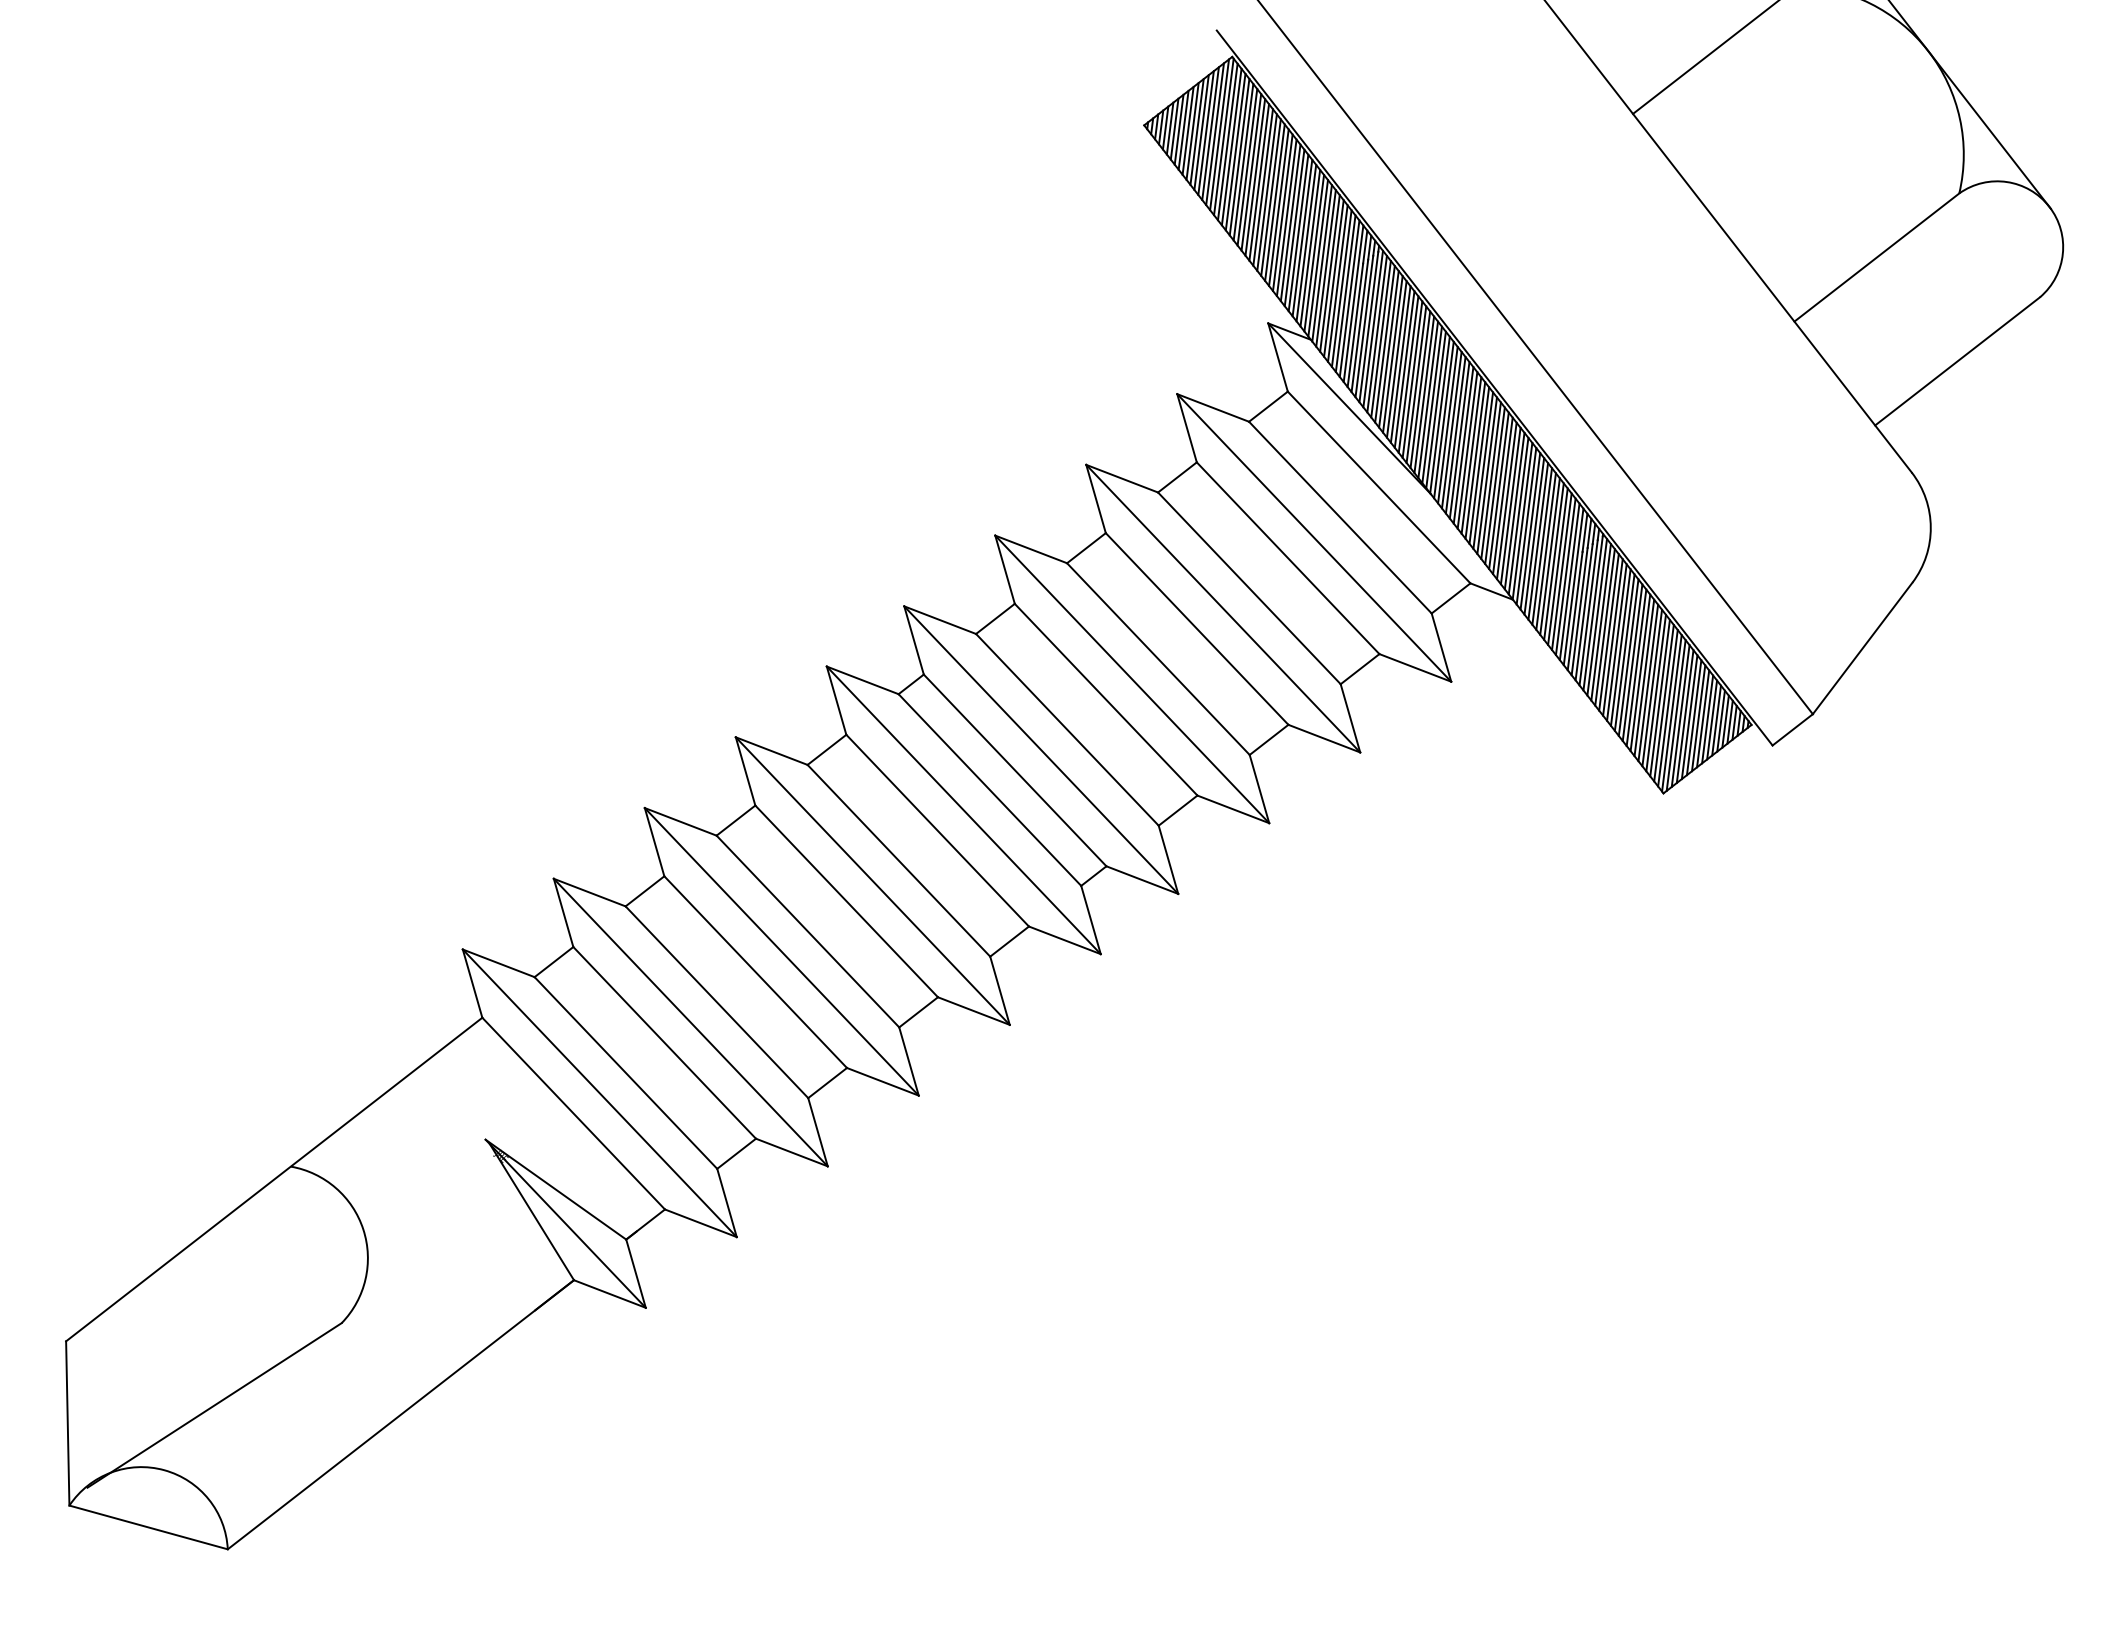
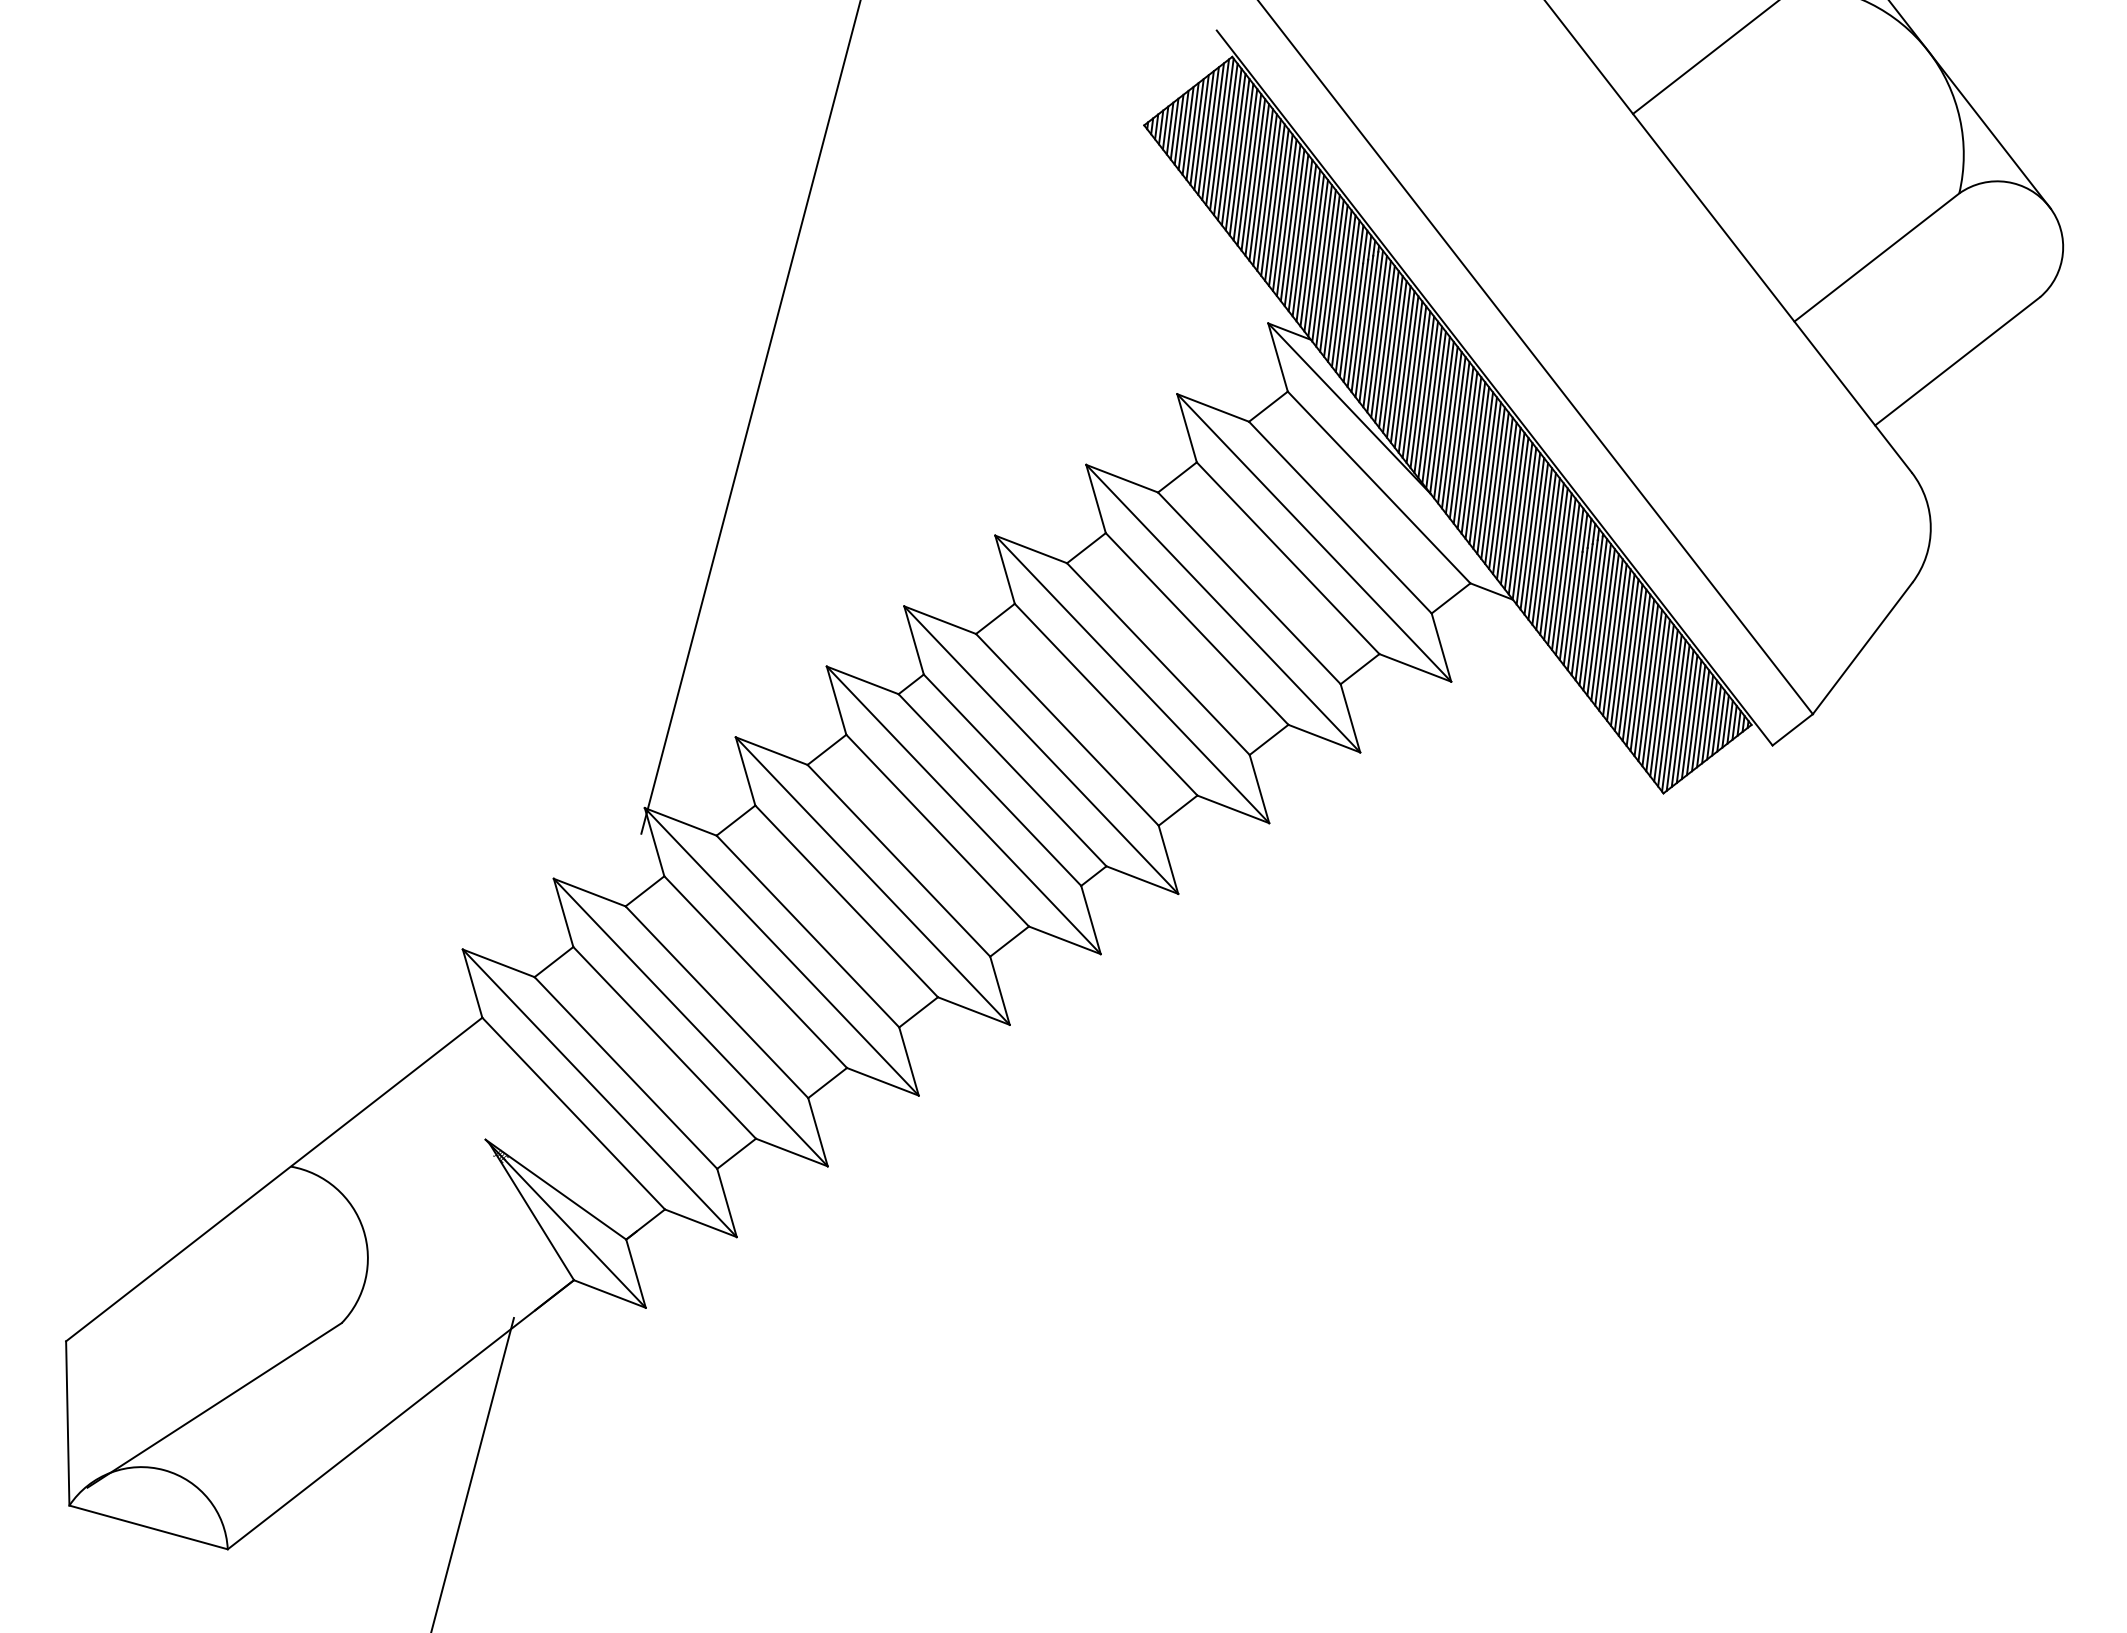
line at (750, 417): none -> present
line at (472, 1473): none -> present
